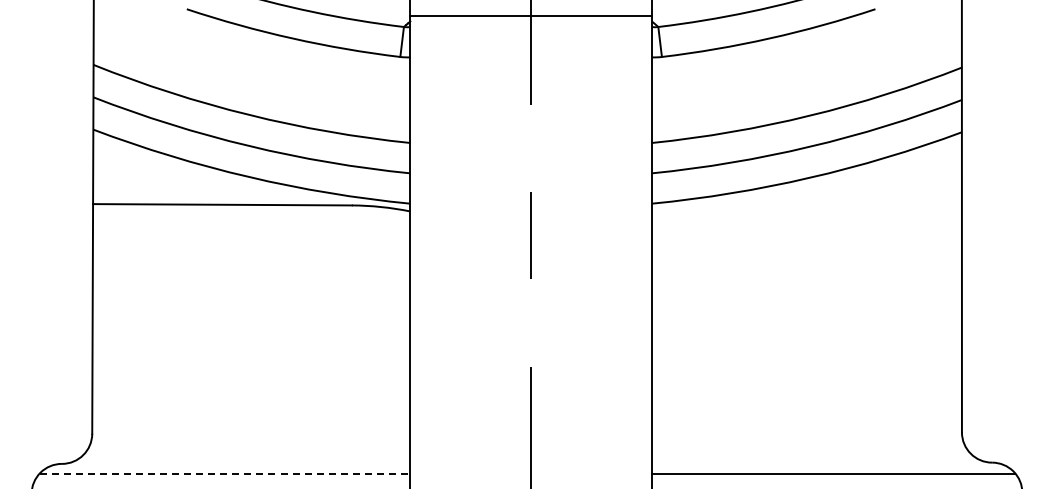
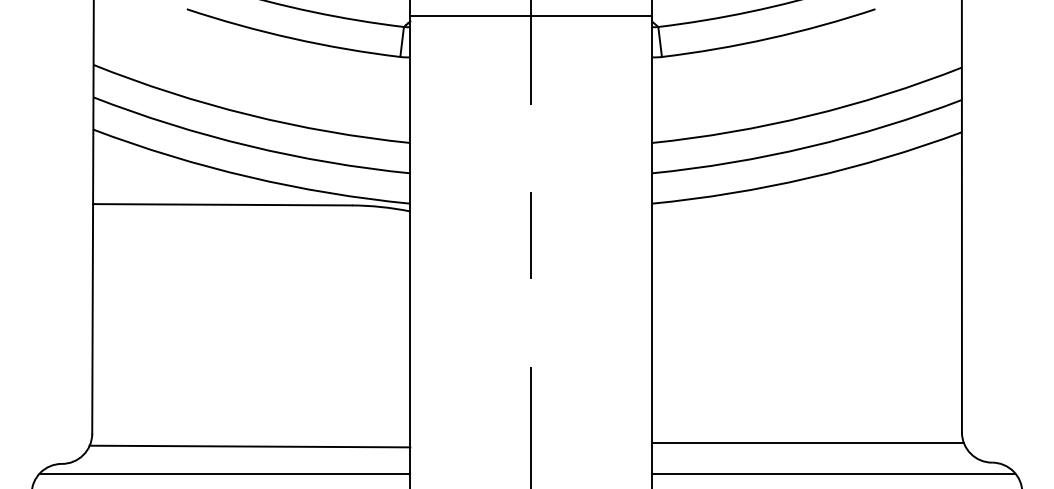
line at (807, 443): none -> present
line at (249, 446): none -> present
line at (225, 473): dashed -> solid
